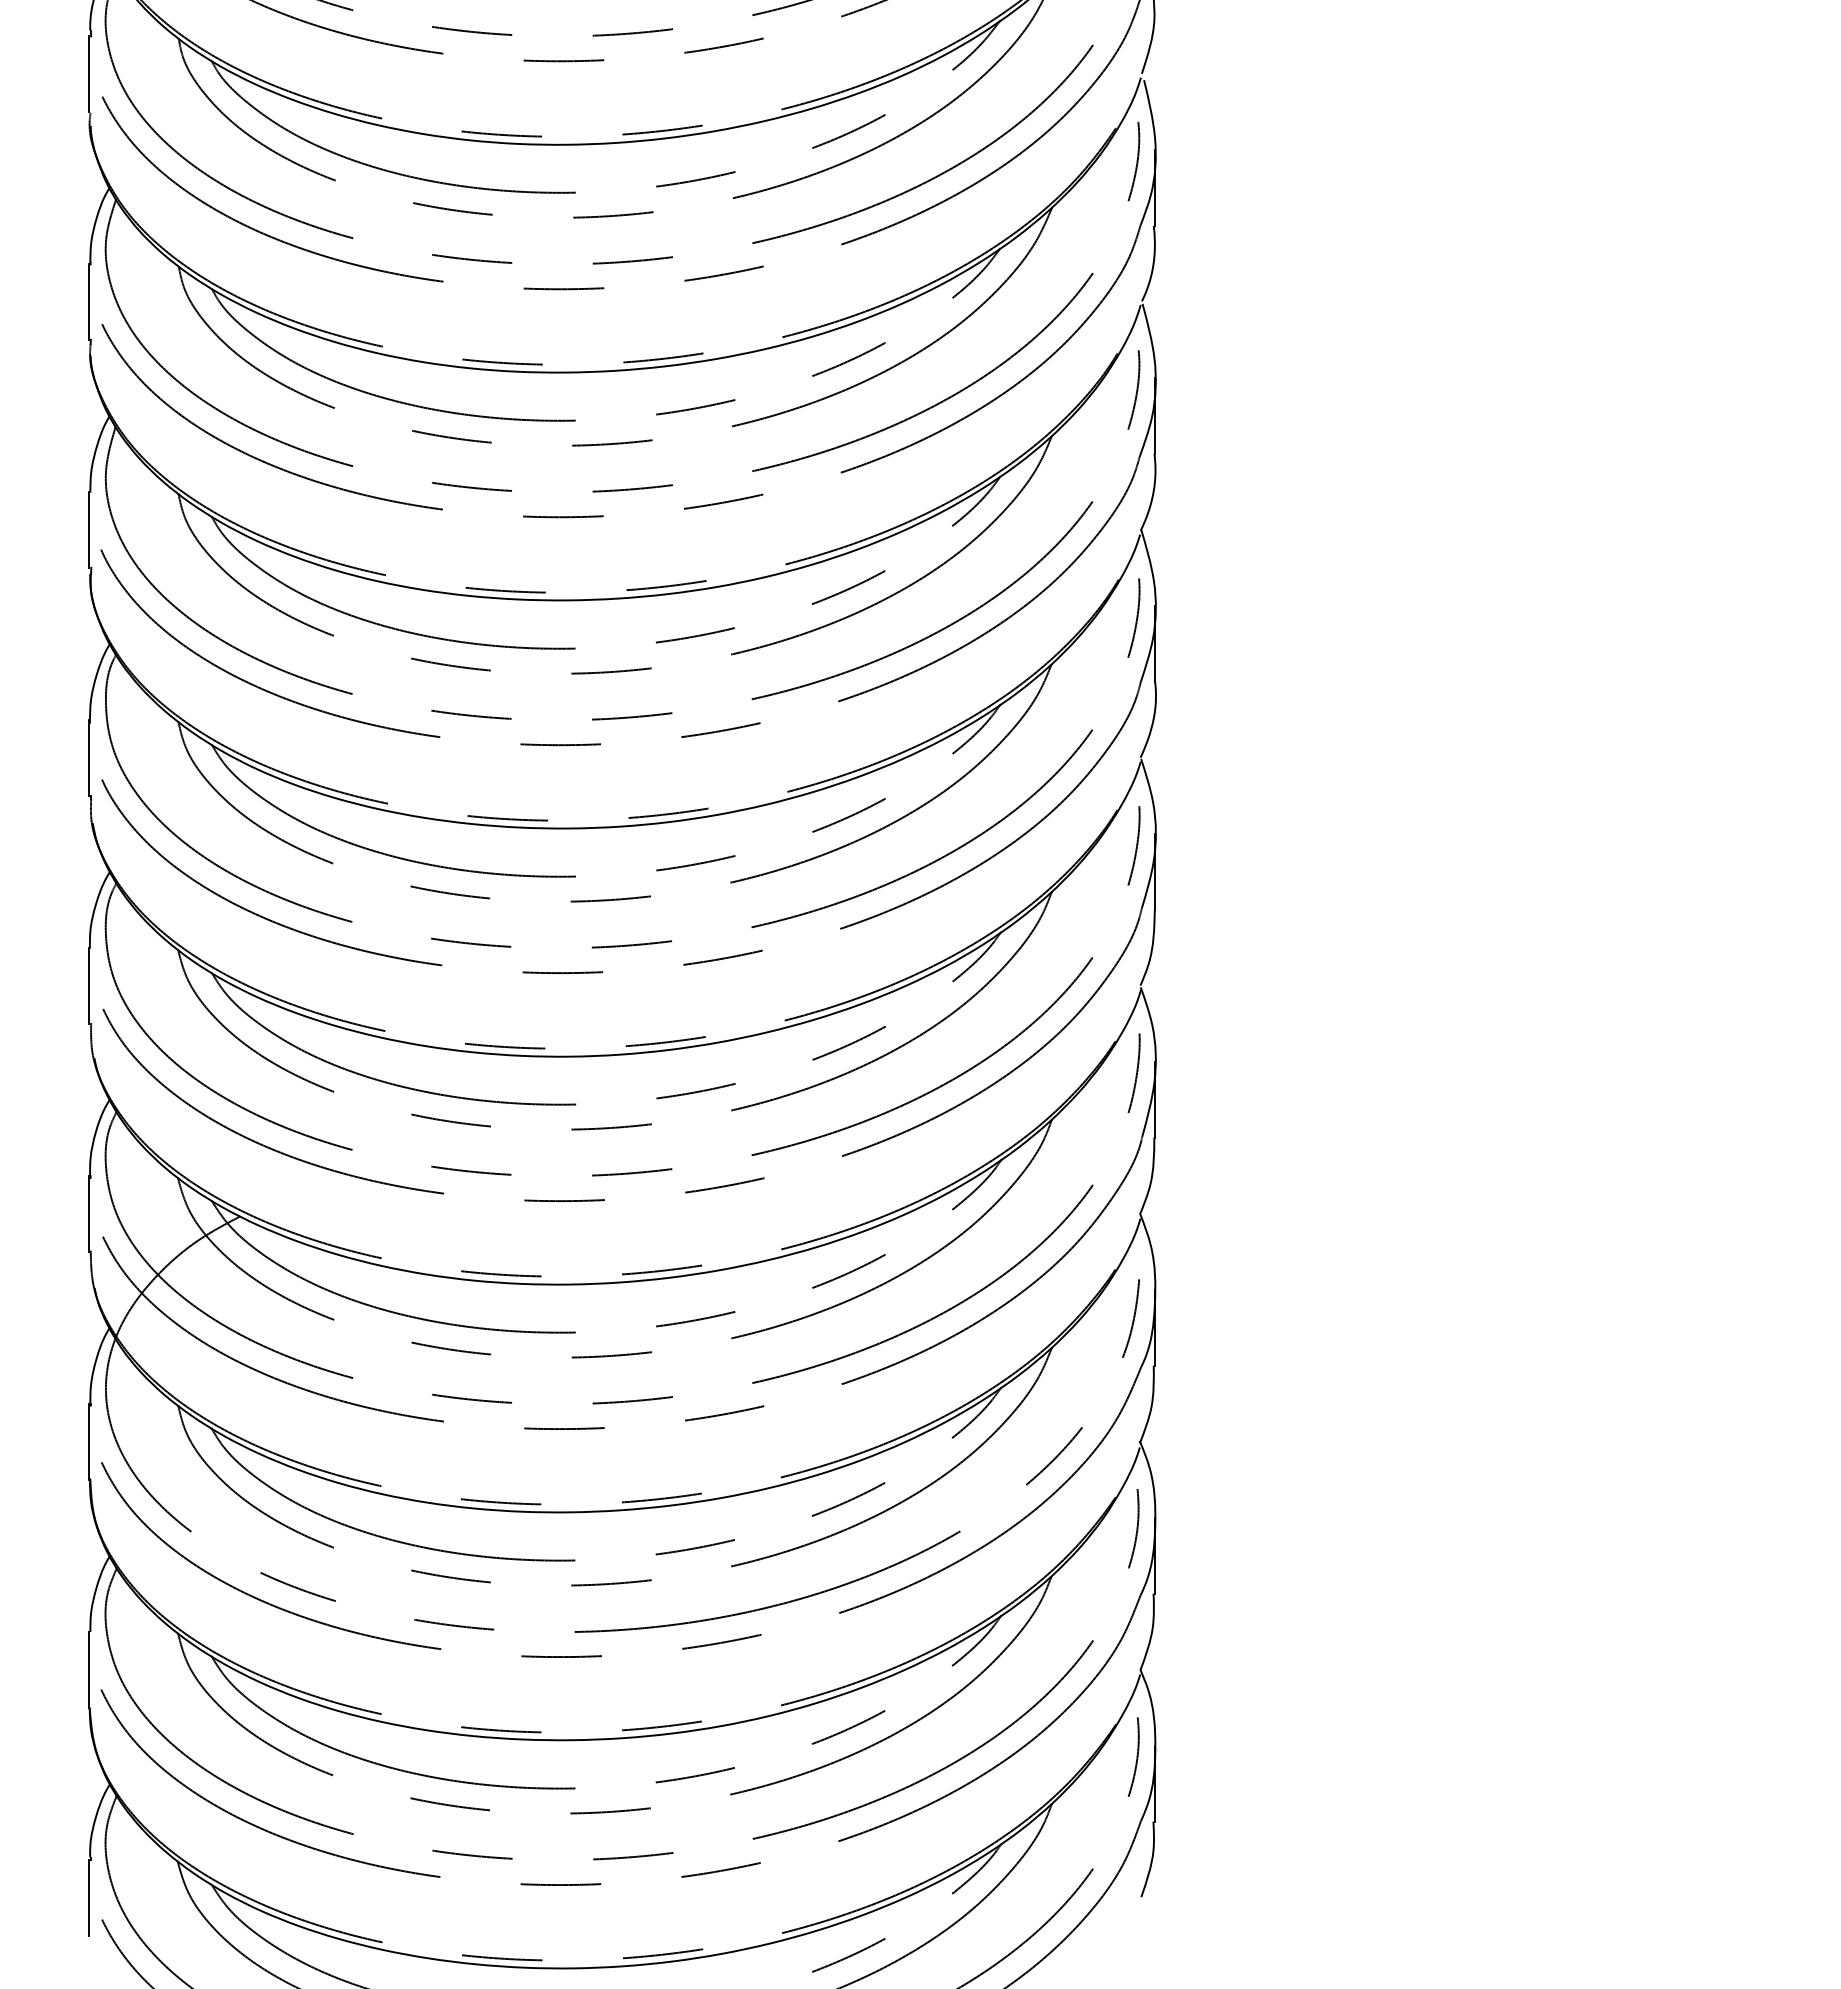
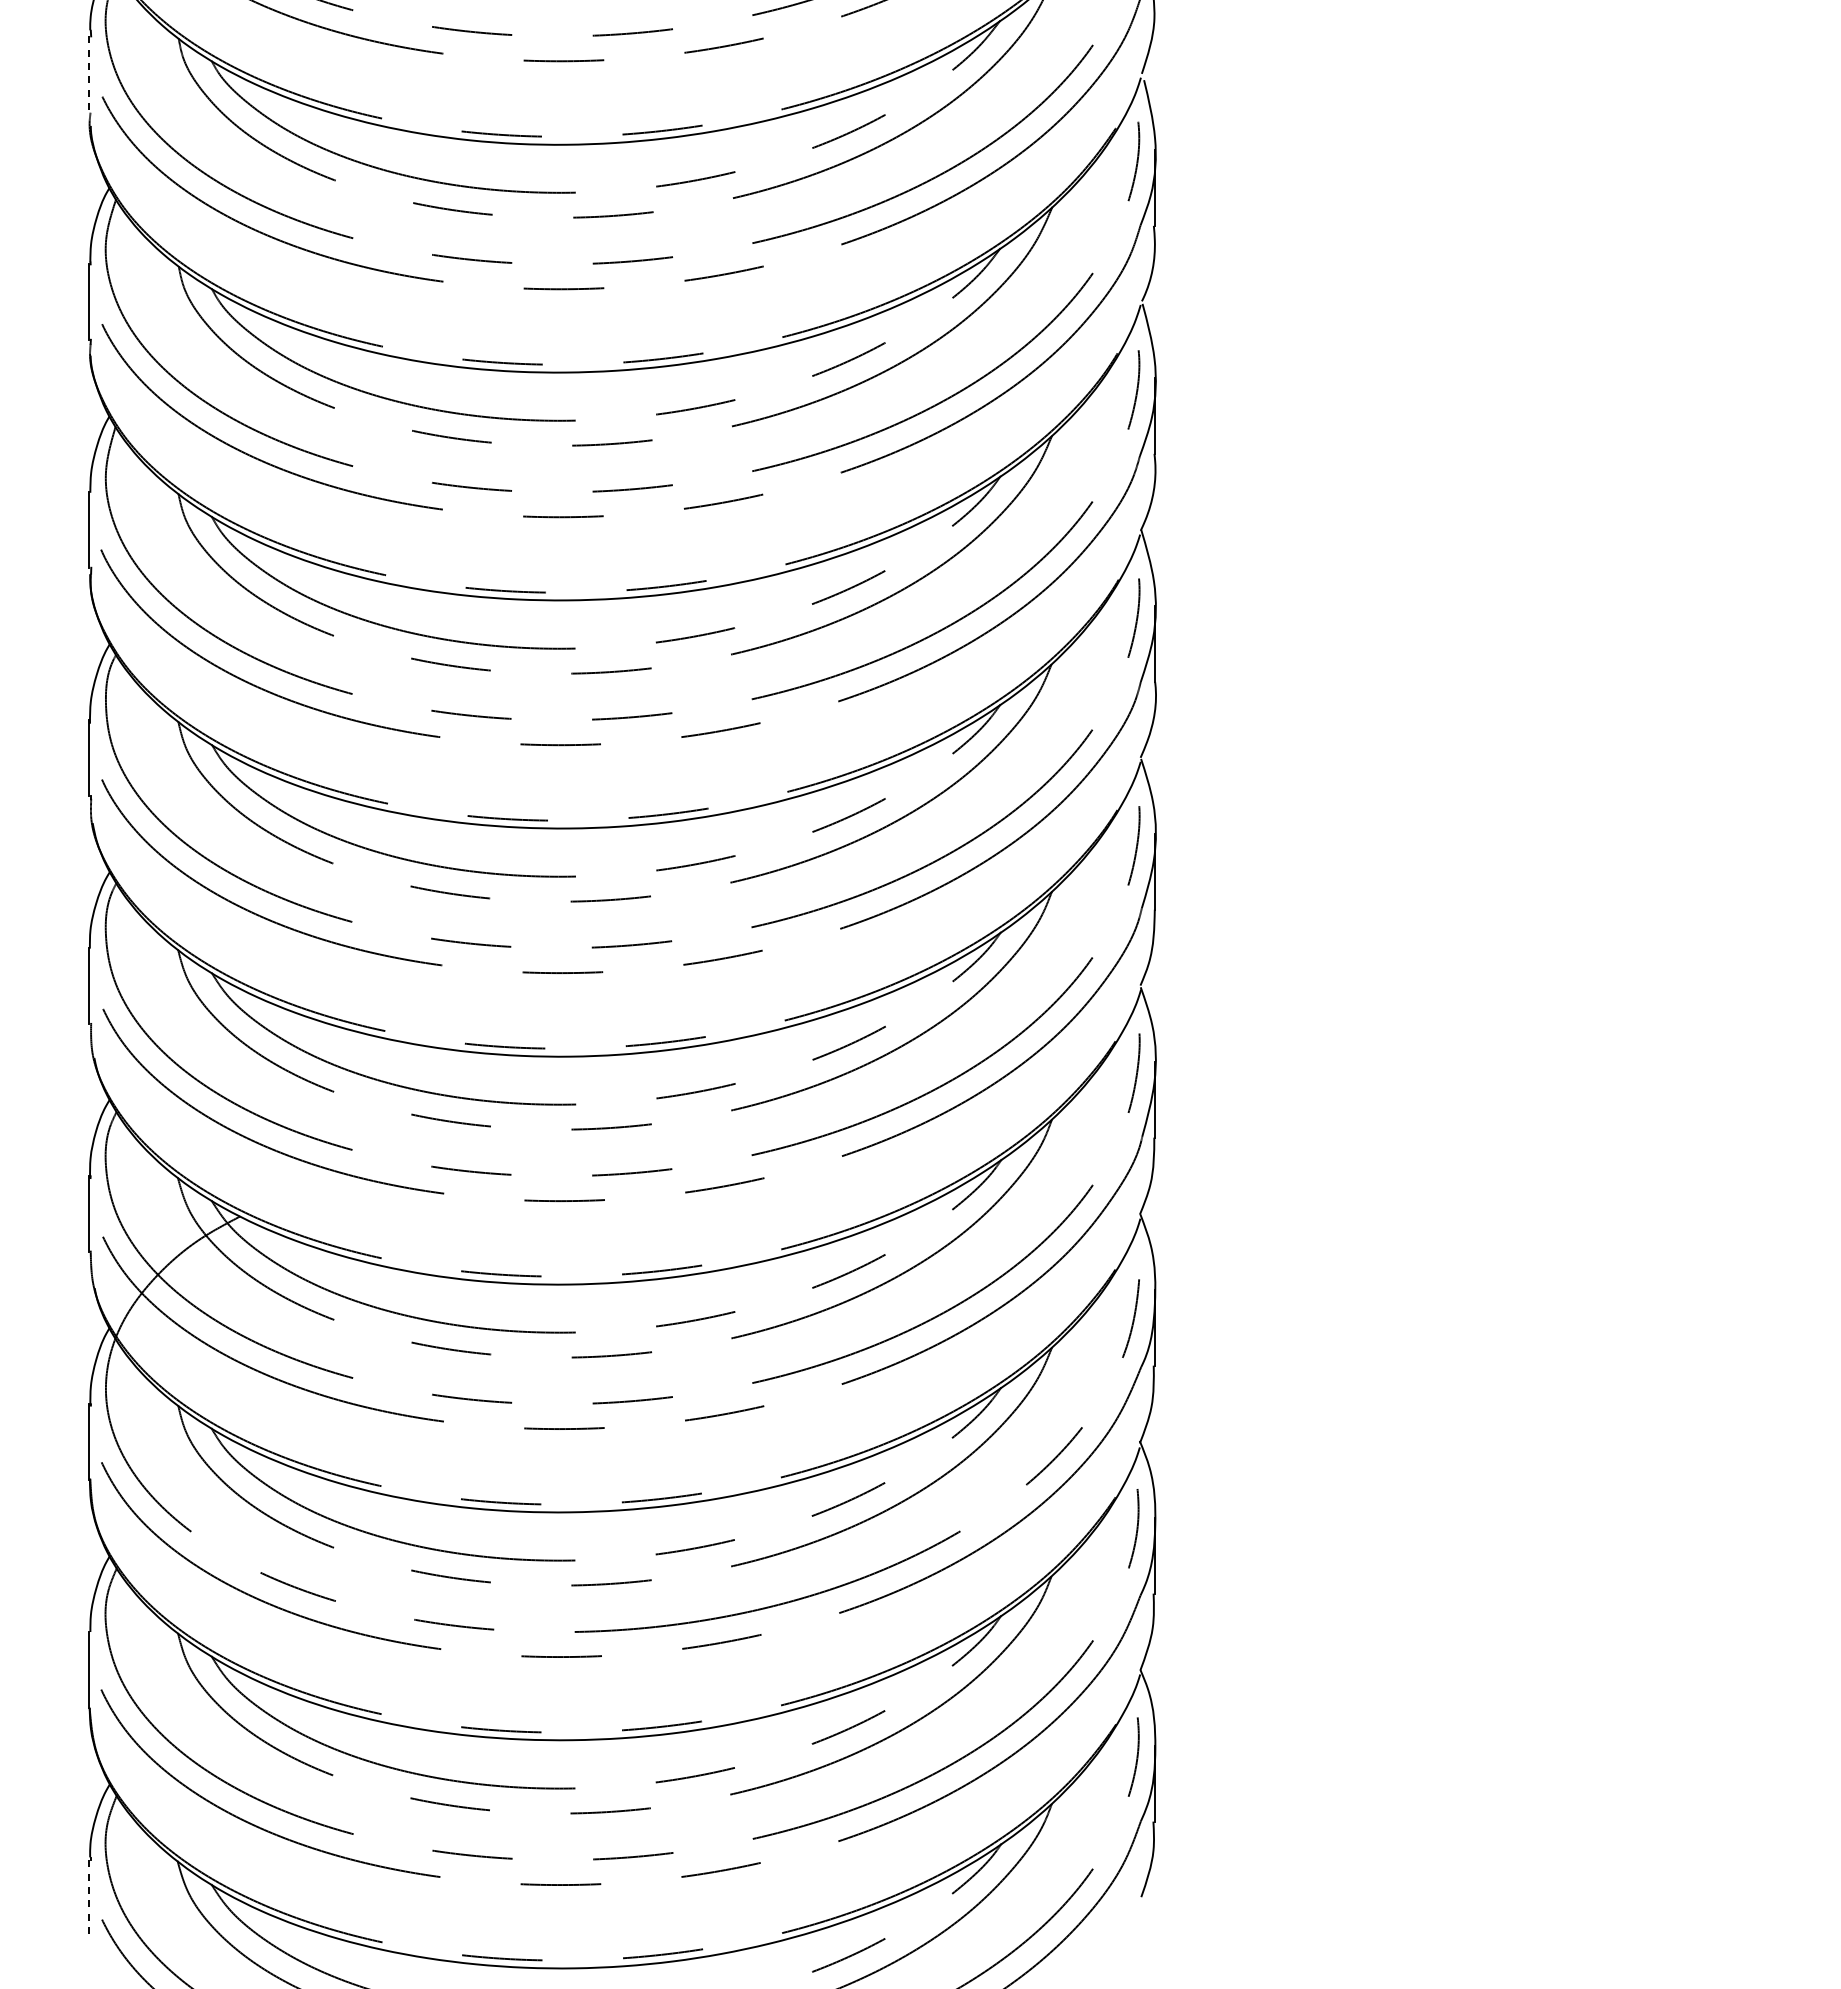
line at (89, 74): solid -> dashed
line at (89, 1897): solid -> dashed
